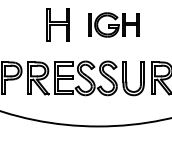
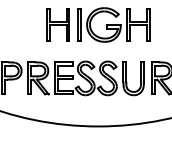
part at (113, 24) size: 52x26 px -> 74x36 px
